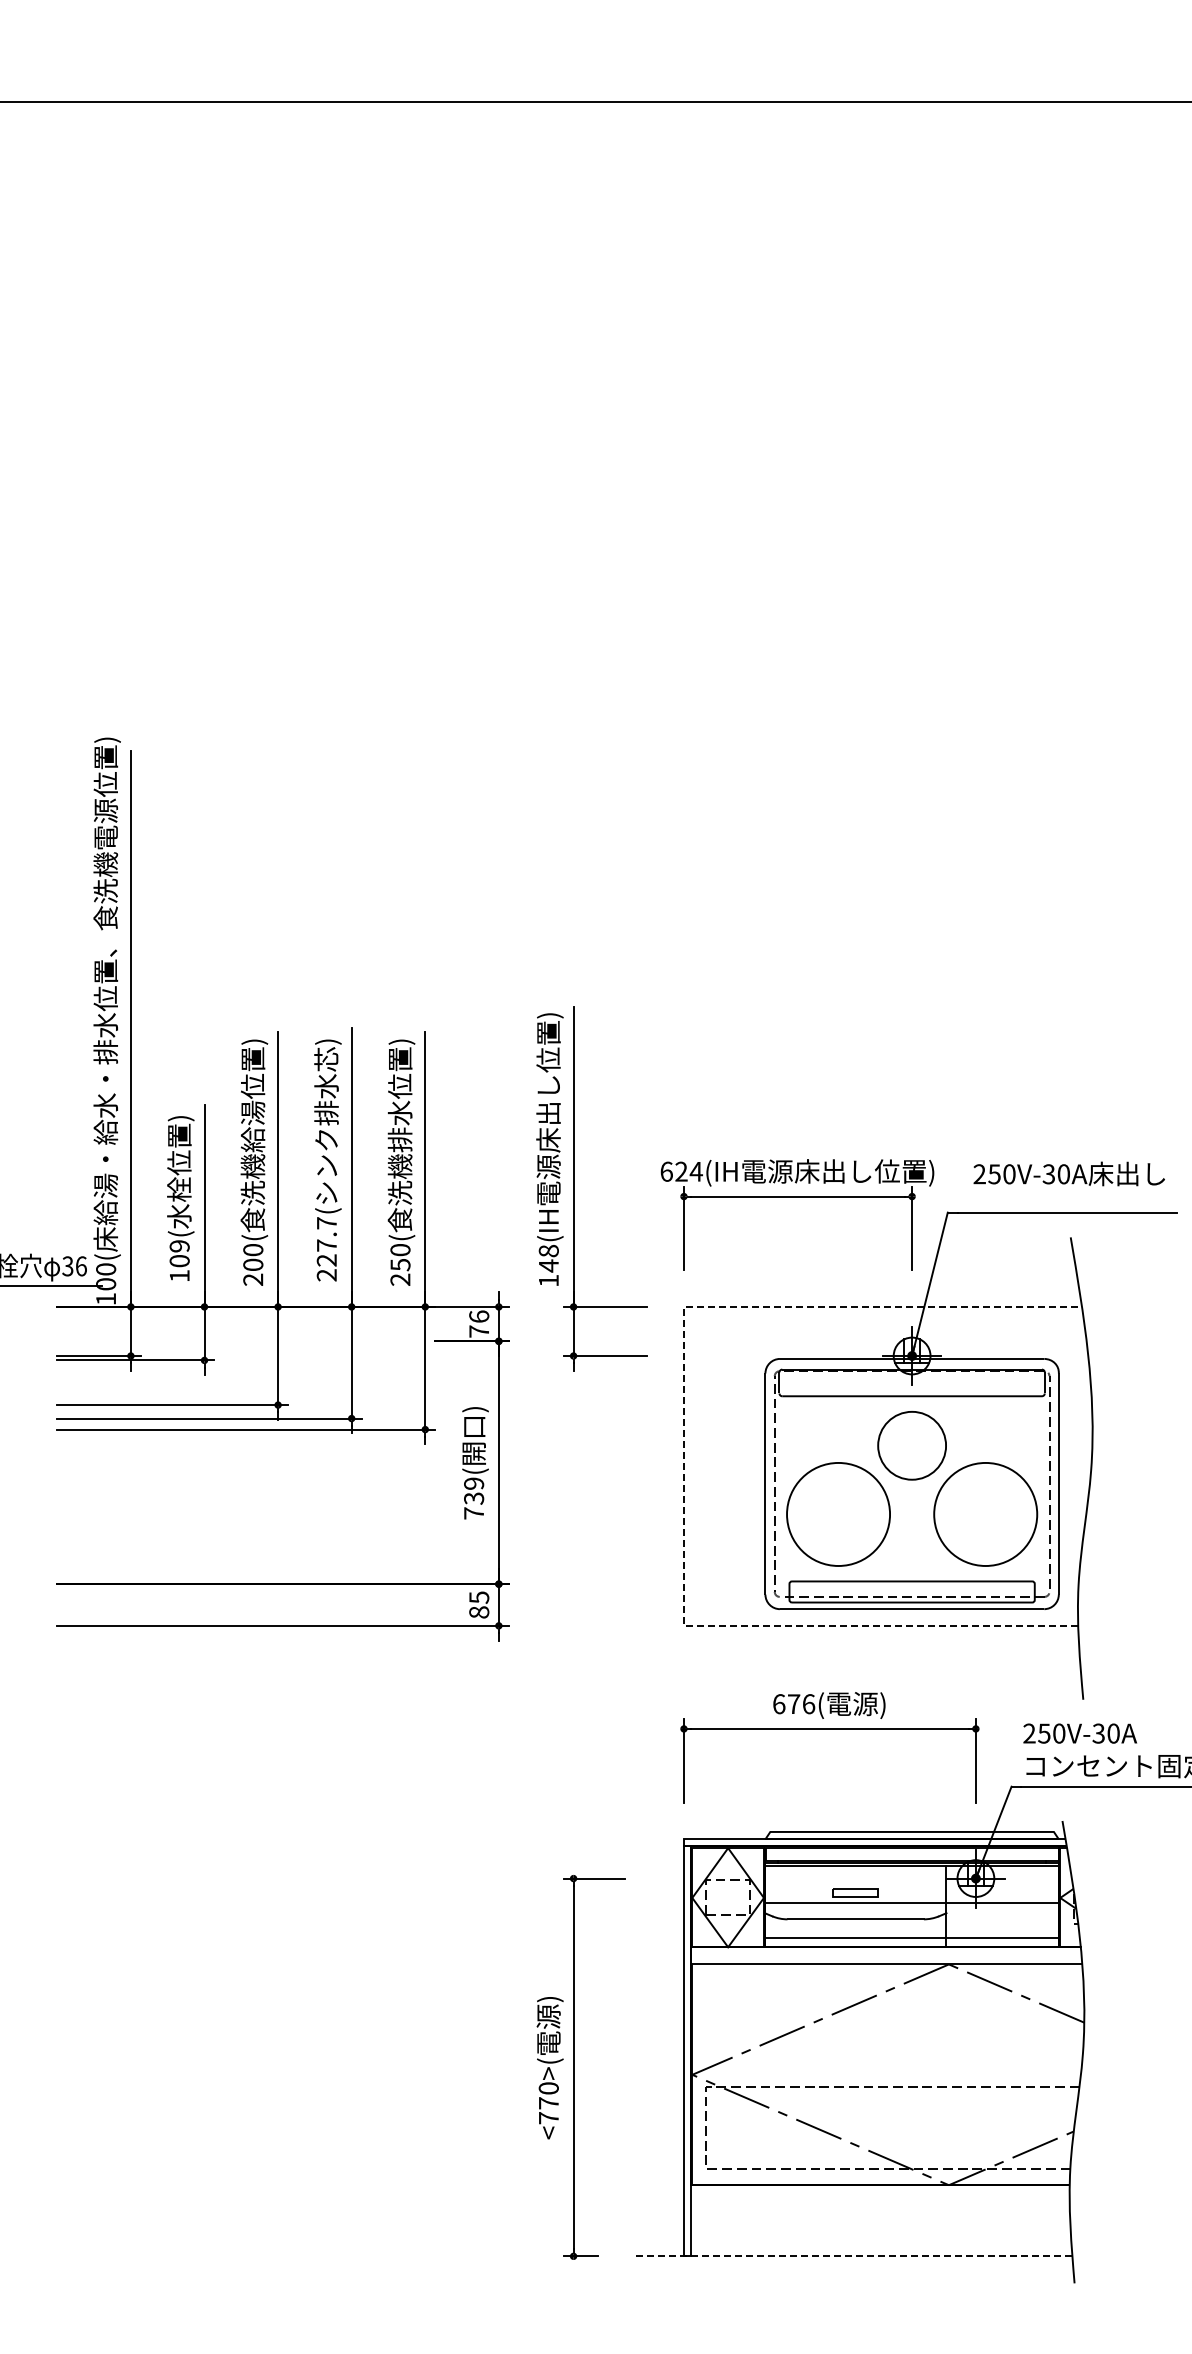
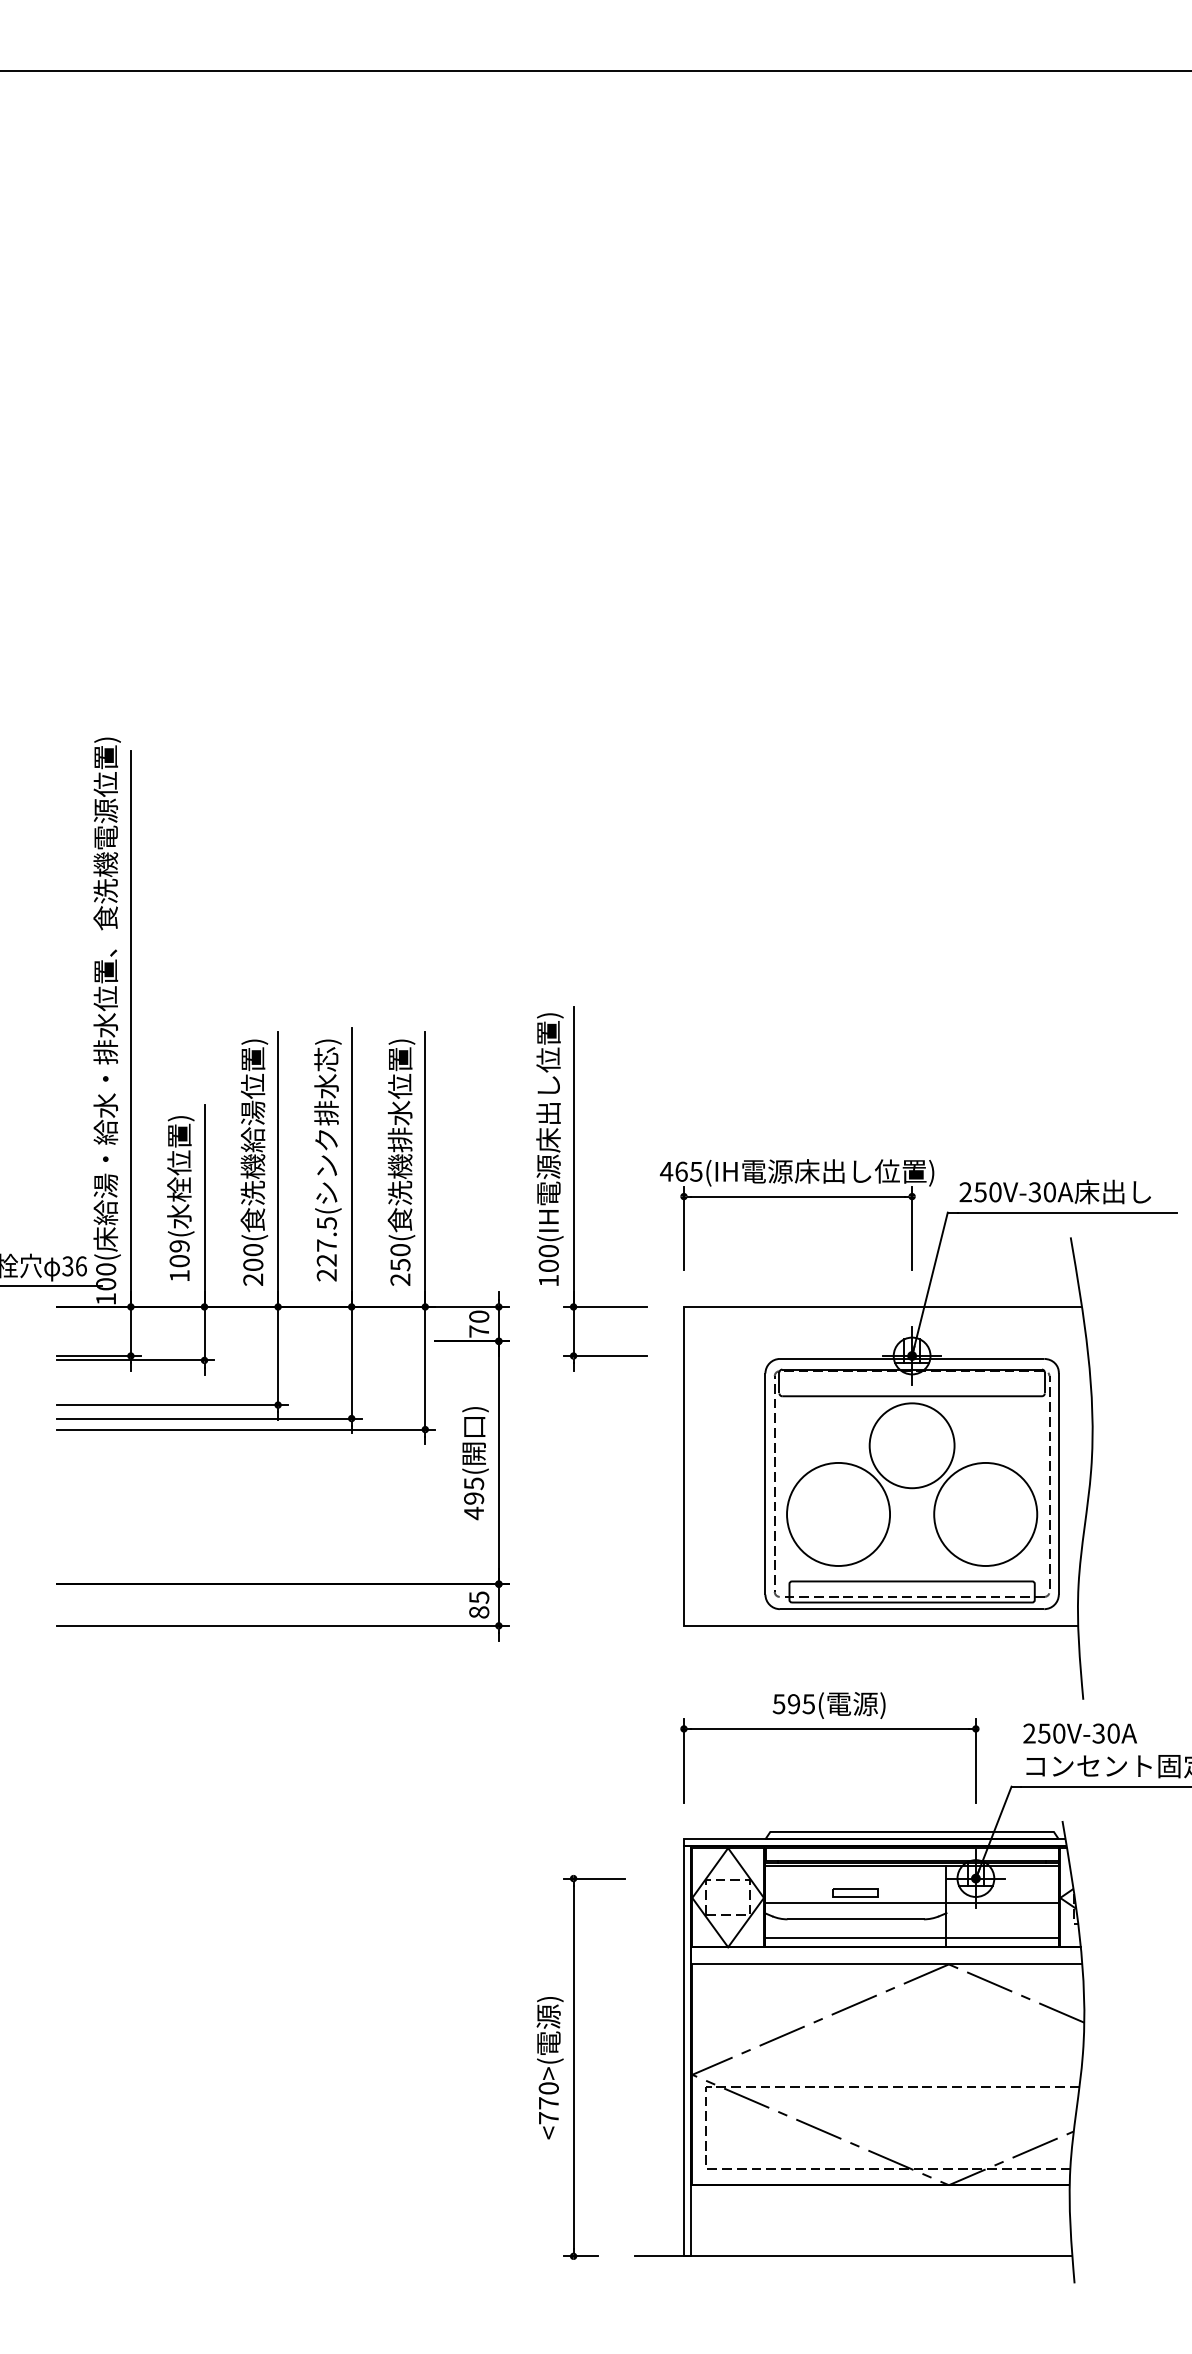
line at (595, 101) position: (595, 101) -> (595, 70)
text at (680, 1171): 624 -> 465
text at (1068, 1173) position: (1068, 1173) -> (1054, 1191)
text at (326, 1223): 227.7( -> 227.5(
text at (548, 1258): 148 -> 100
text at (479, 1316): 76 -> 70
circle at (912, 1445) diameter: 68 px -> 85 px
line at (683, 1463): dashed -> solid
text at (474, 1498): 739( -> 495(
text at (793, 1704): 676( -> 595(
line at (853, 2256): dashed -> solid
